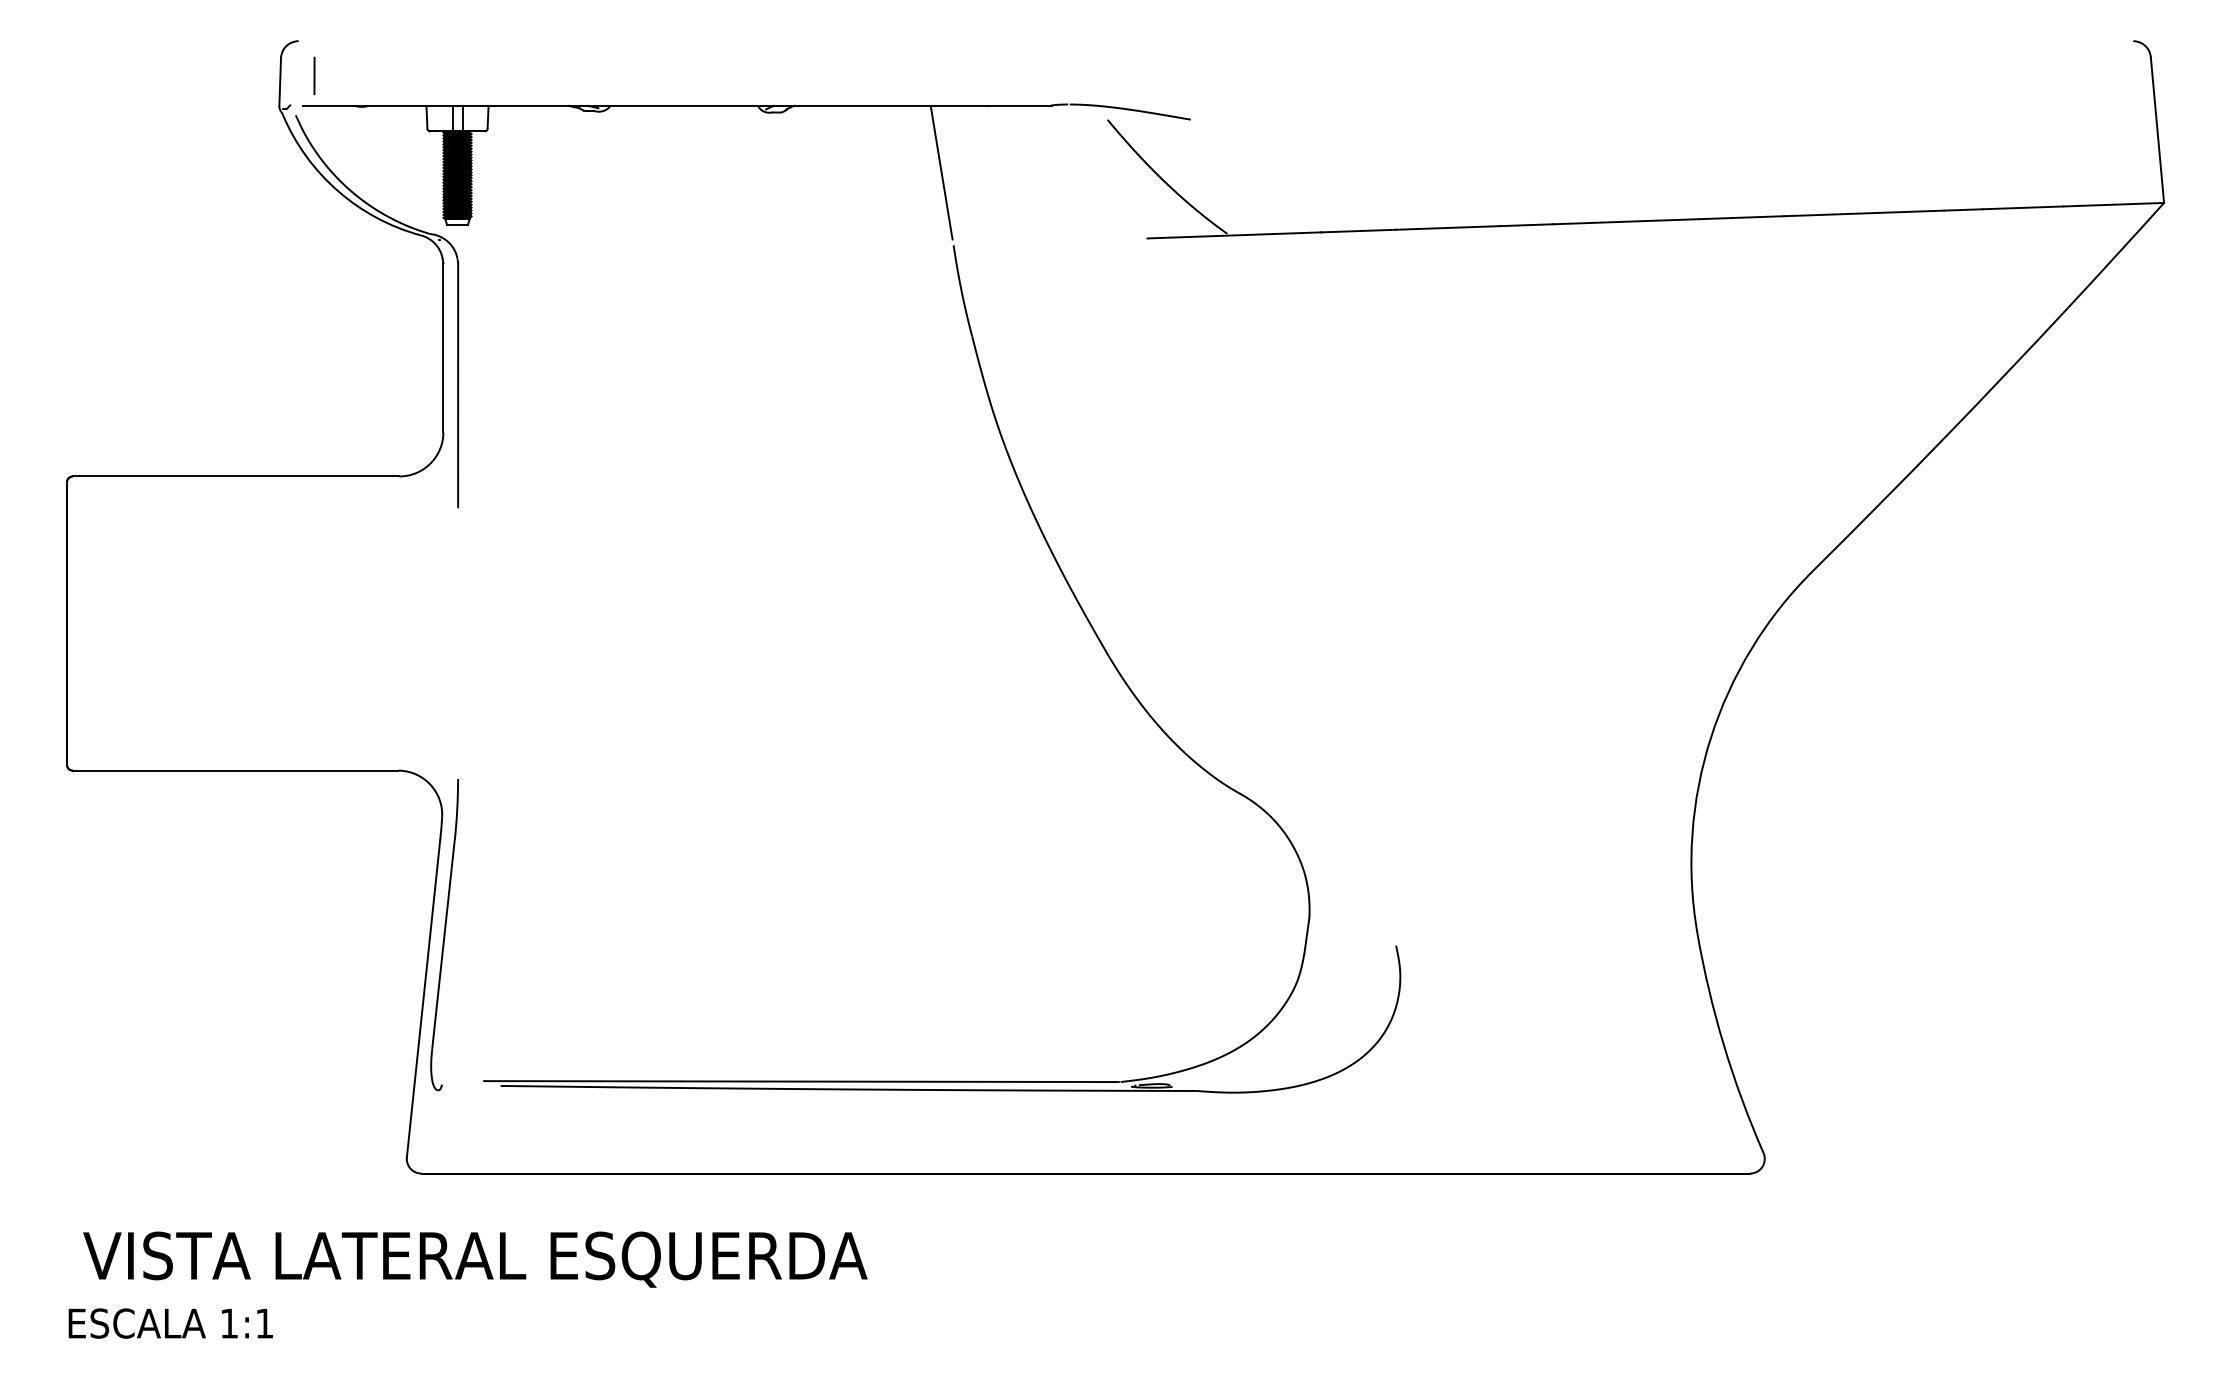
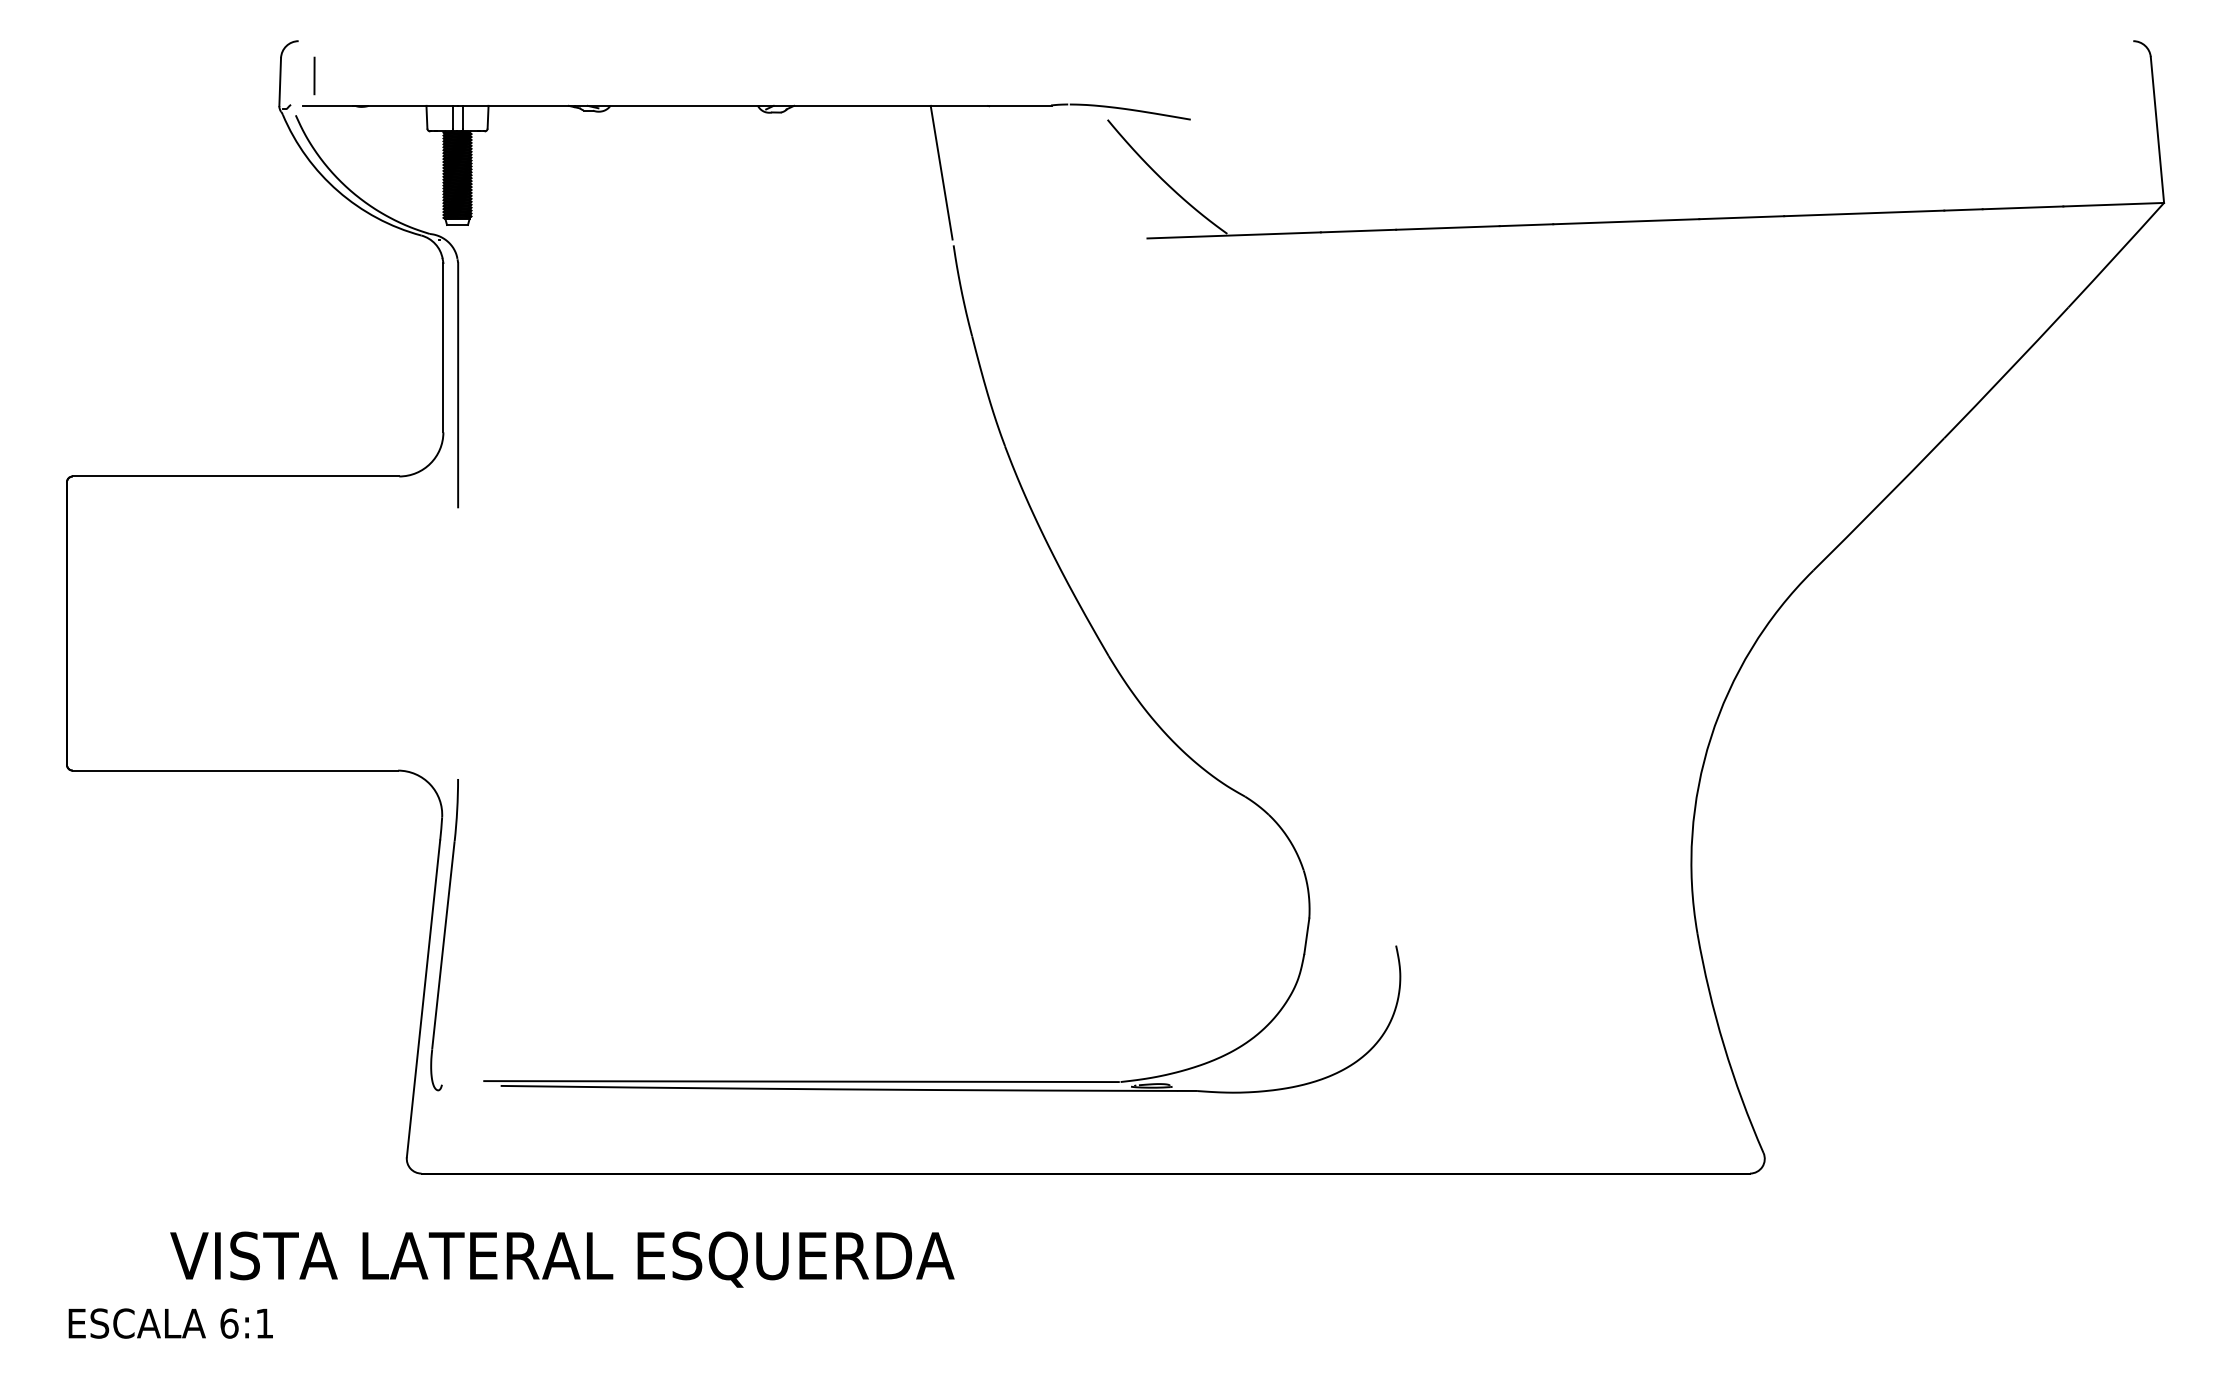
text at (475, 1259) position: (475, 1259) -> (562, 1259)
text at (229, 1323): 1:1 -> 6:1
